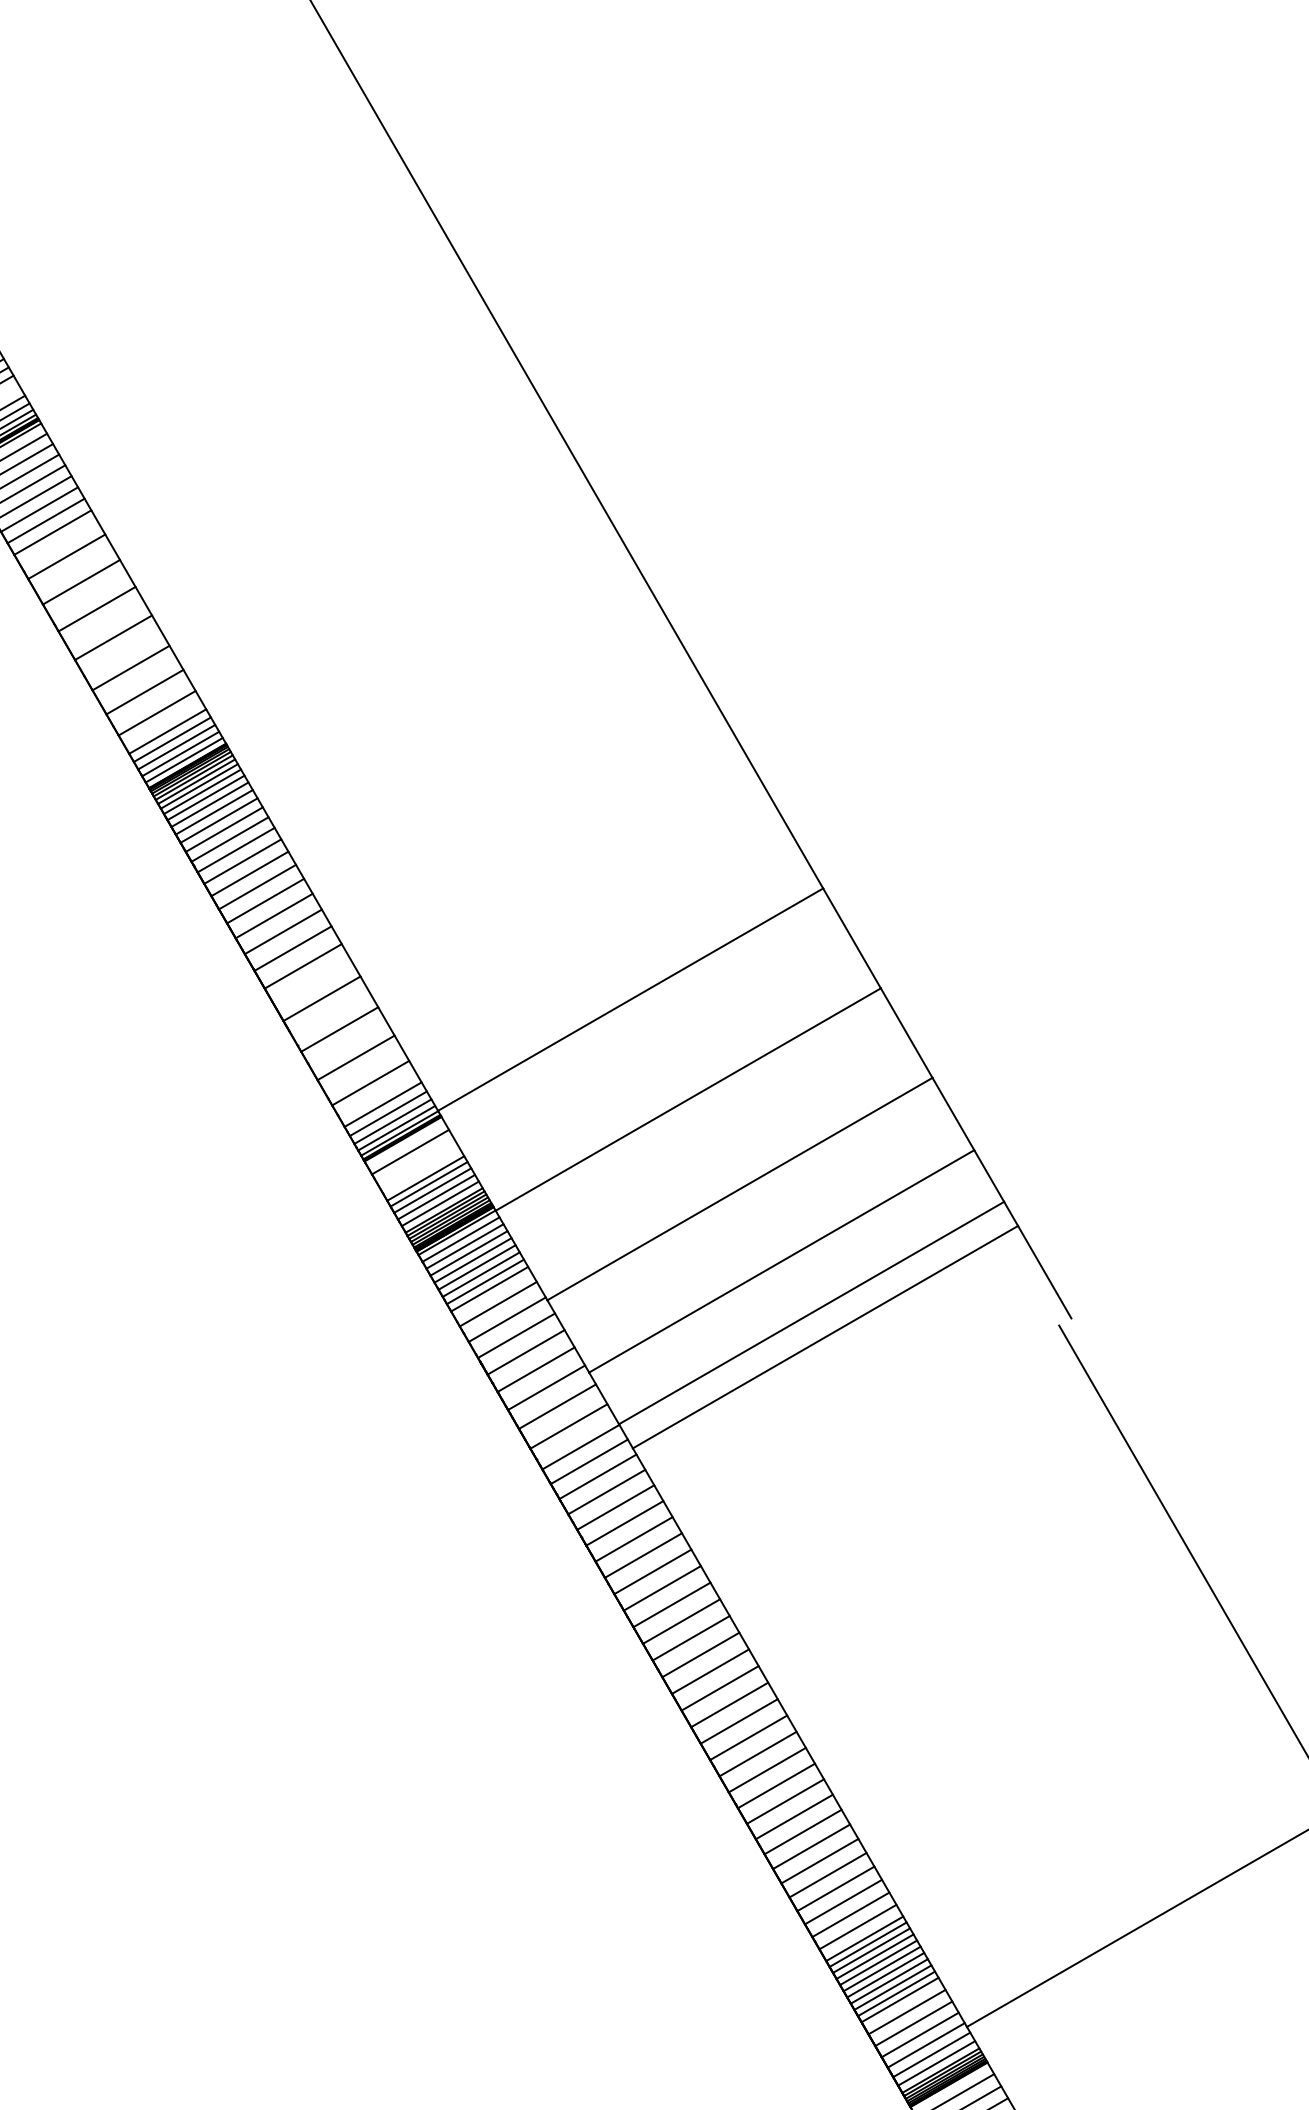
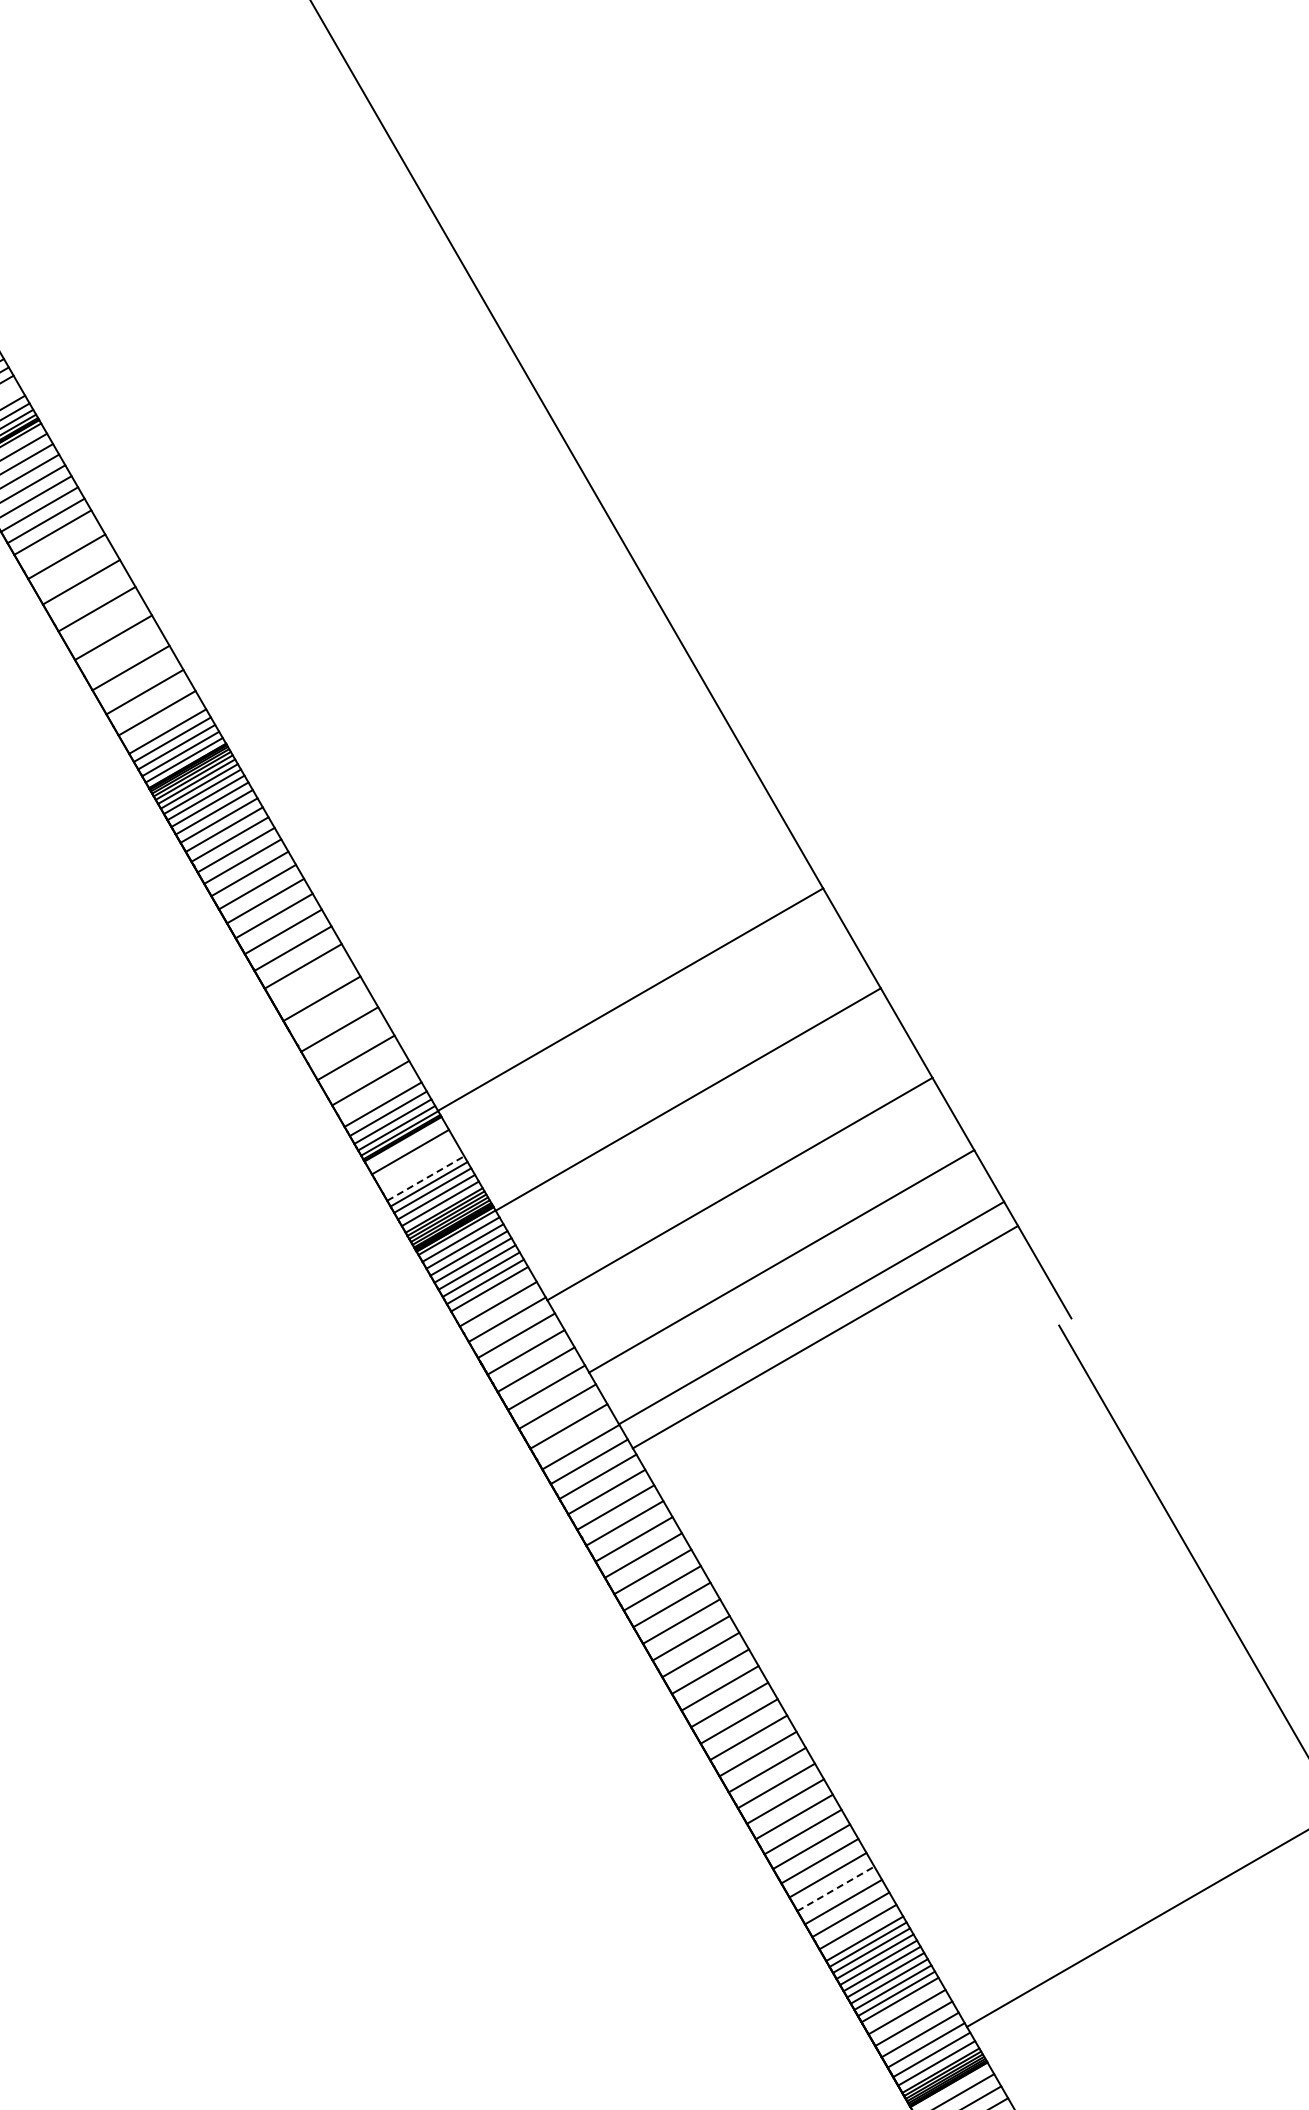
line at (426, 1178): solid -> dashed
line at (836, 1888): solid -> dashed
